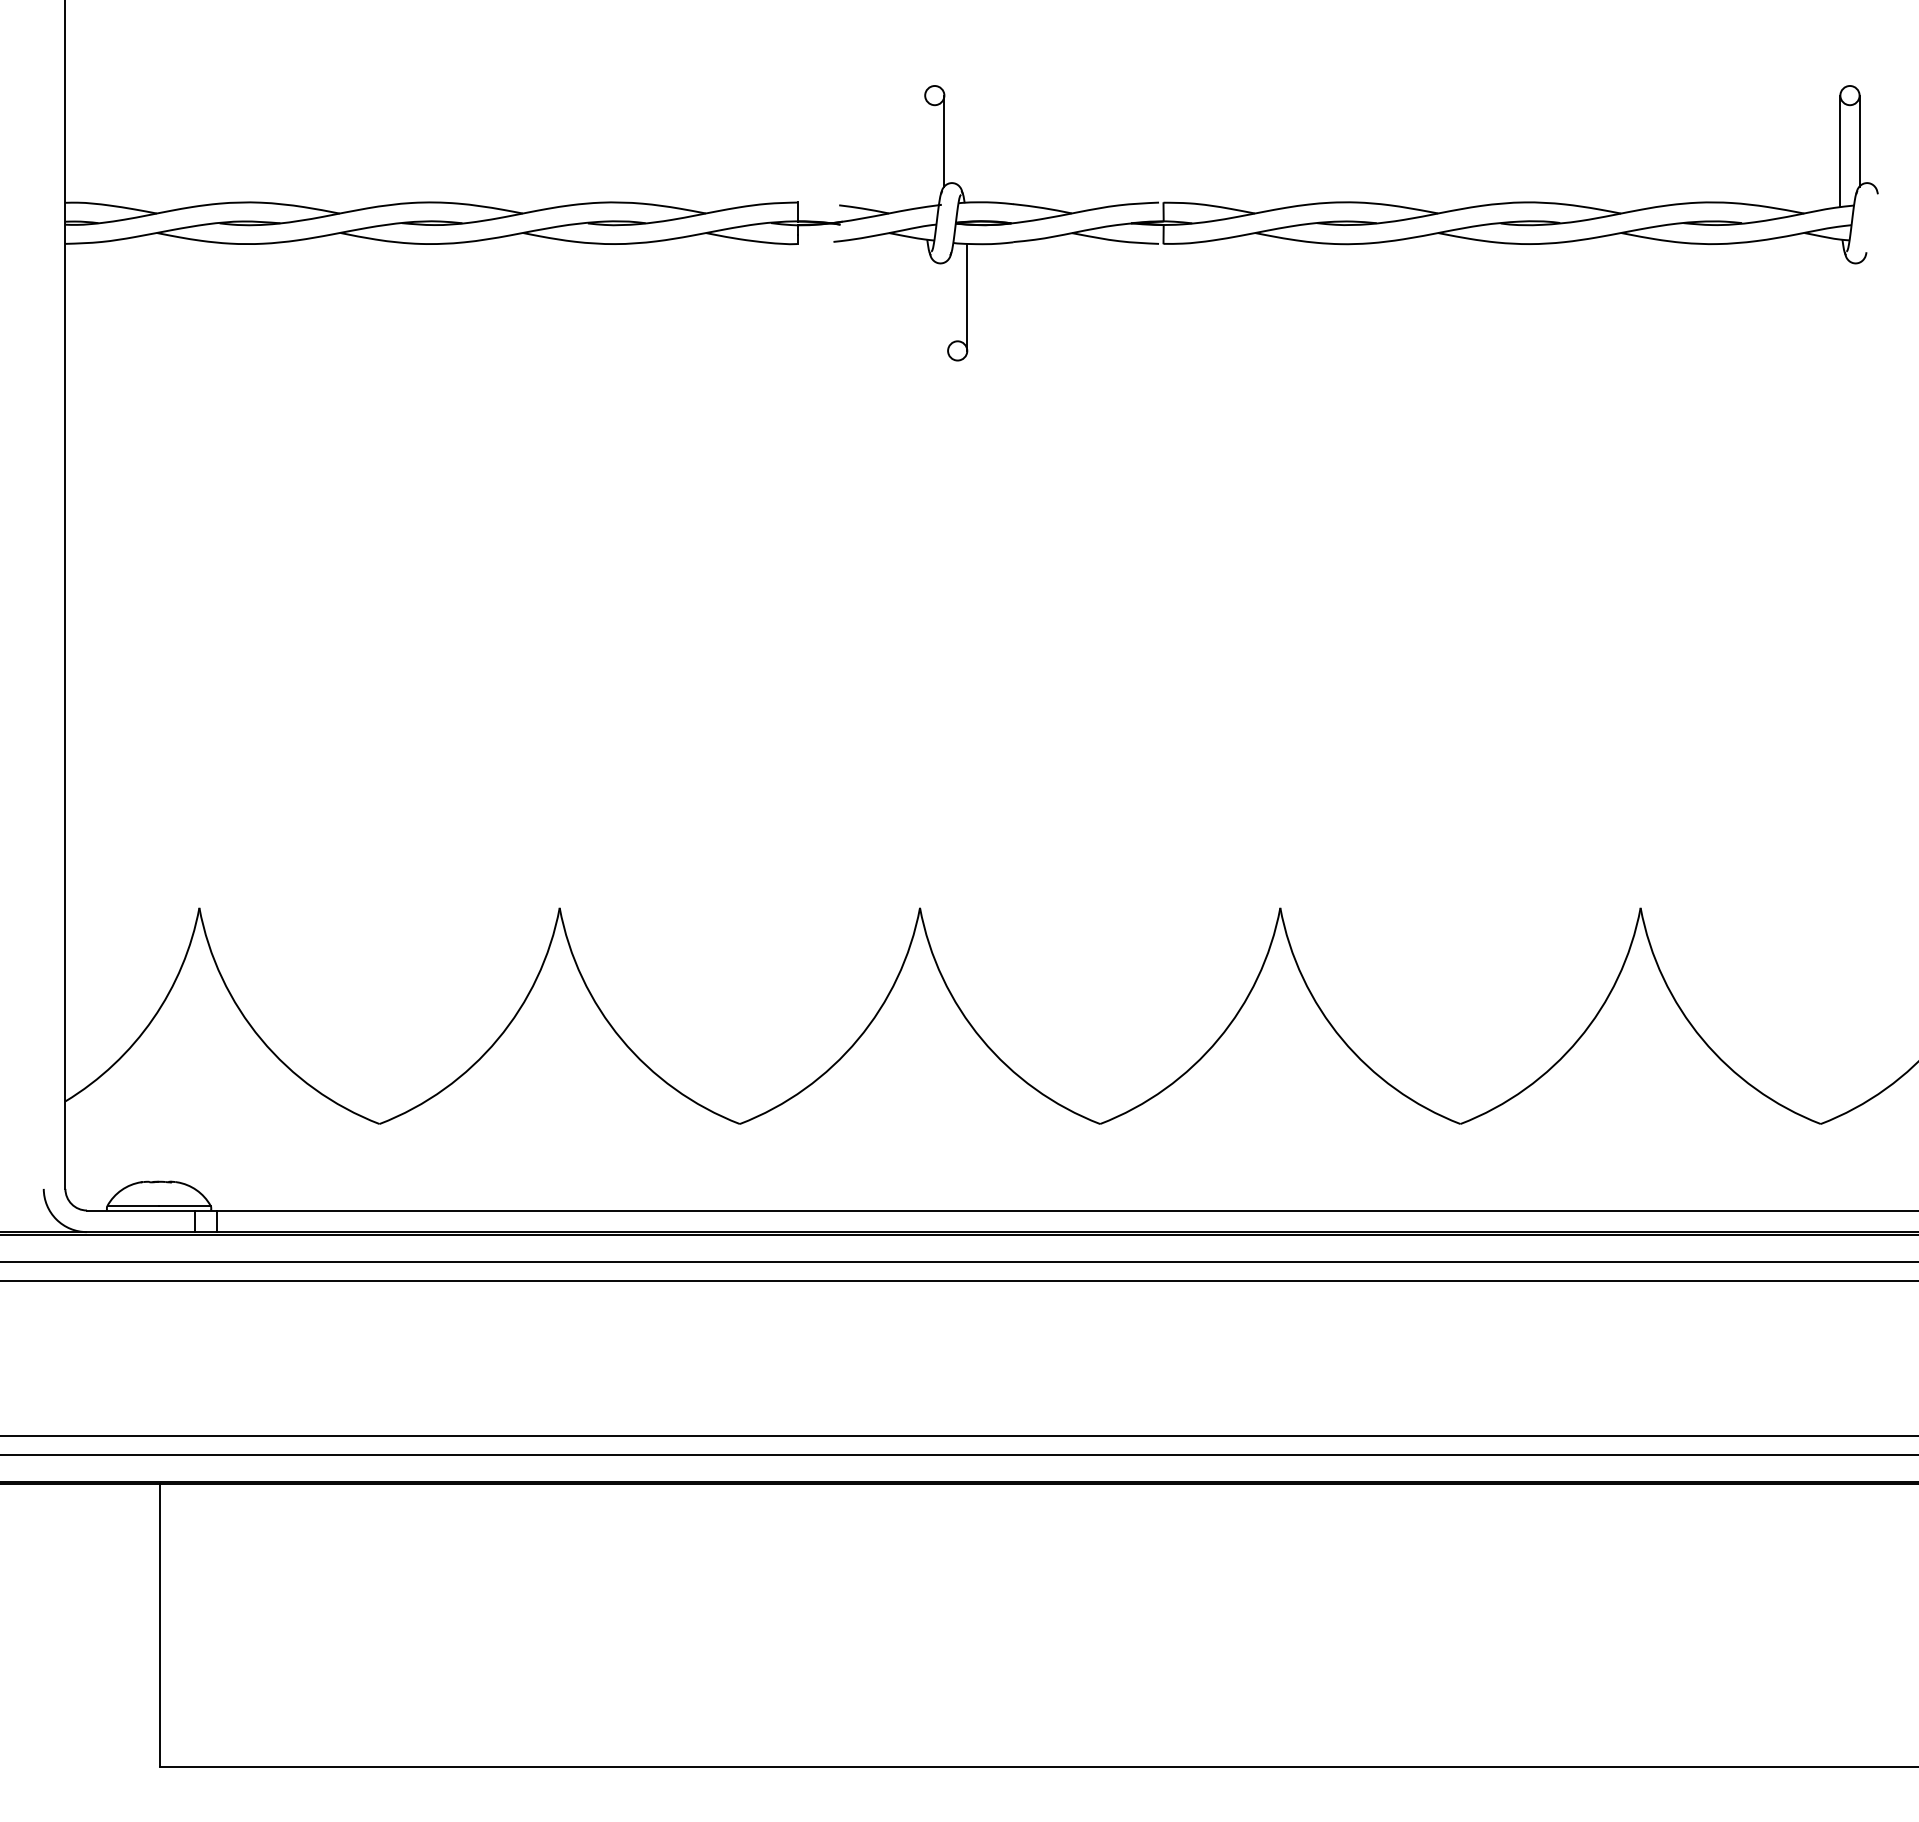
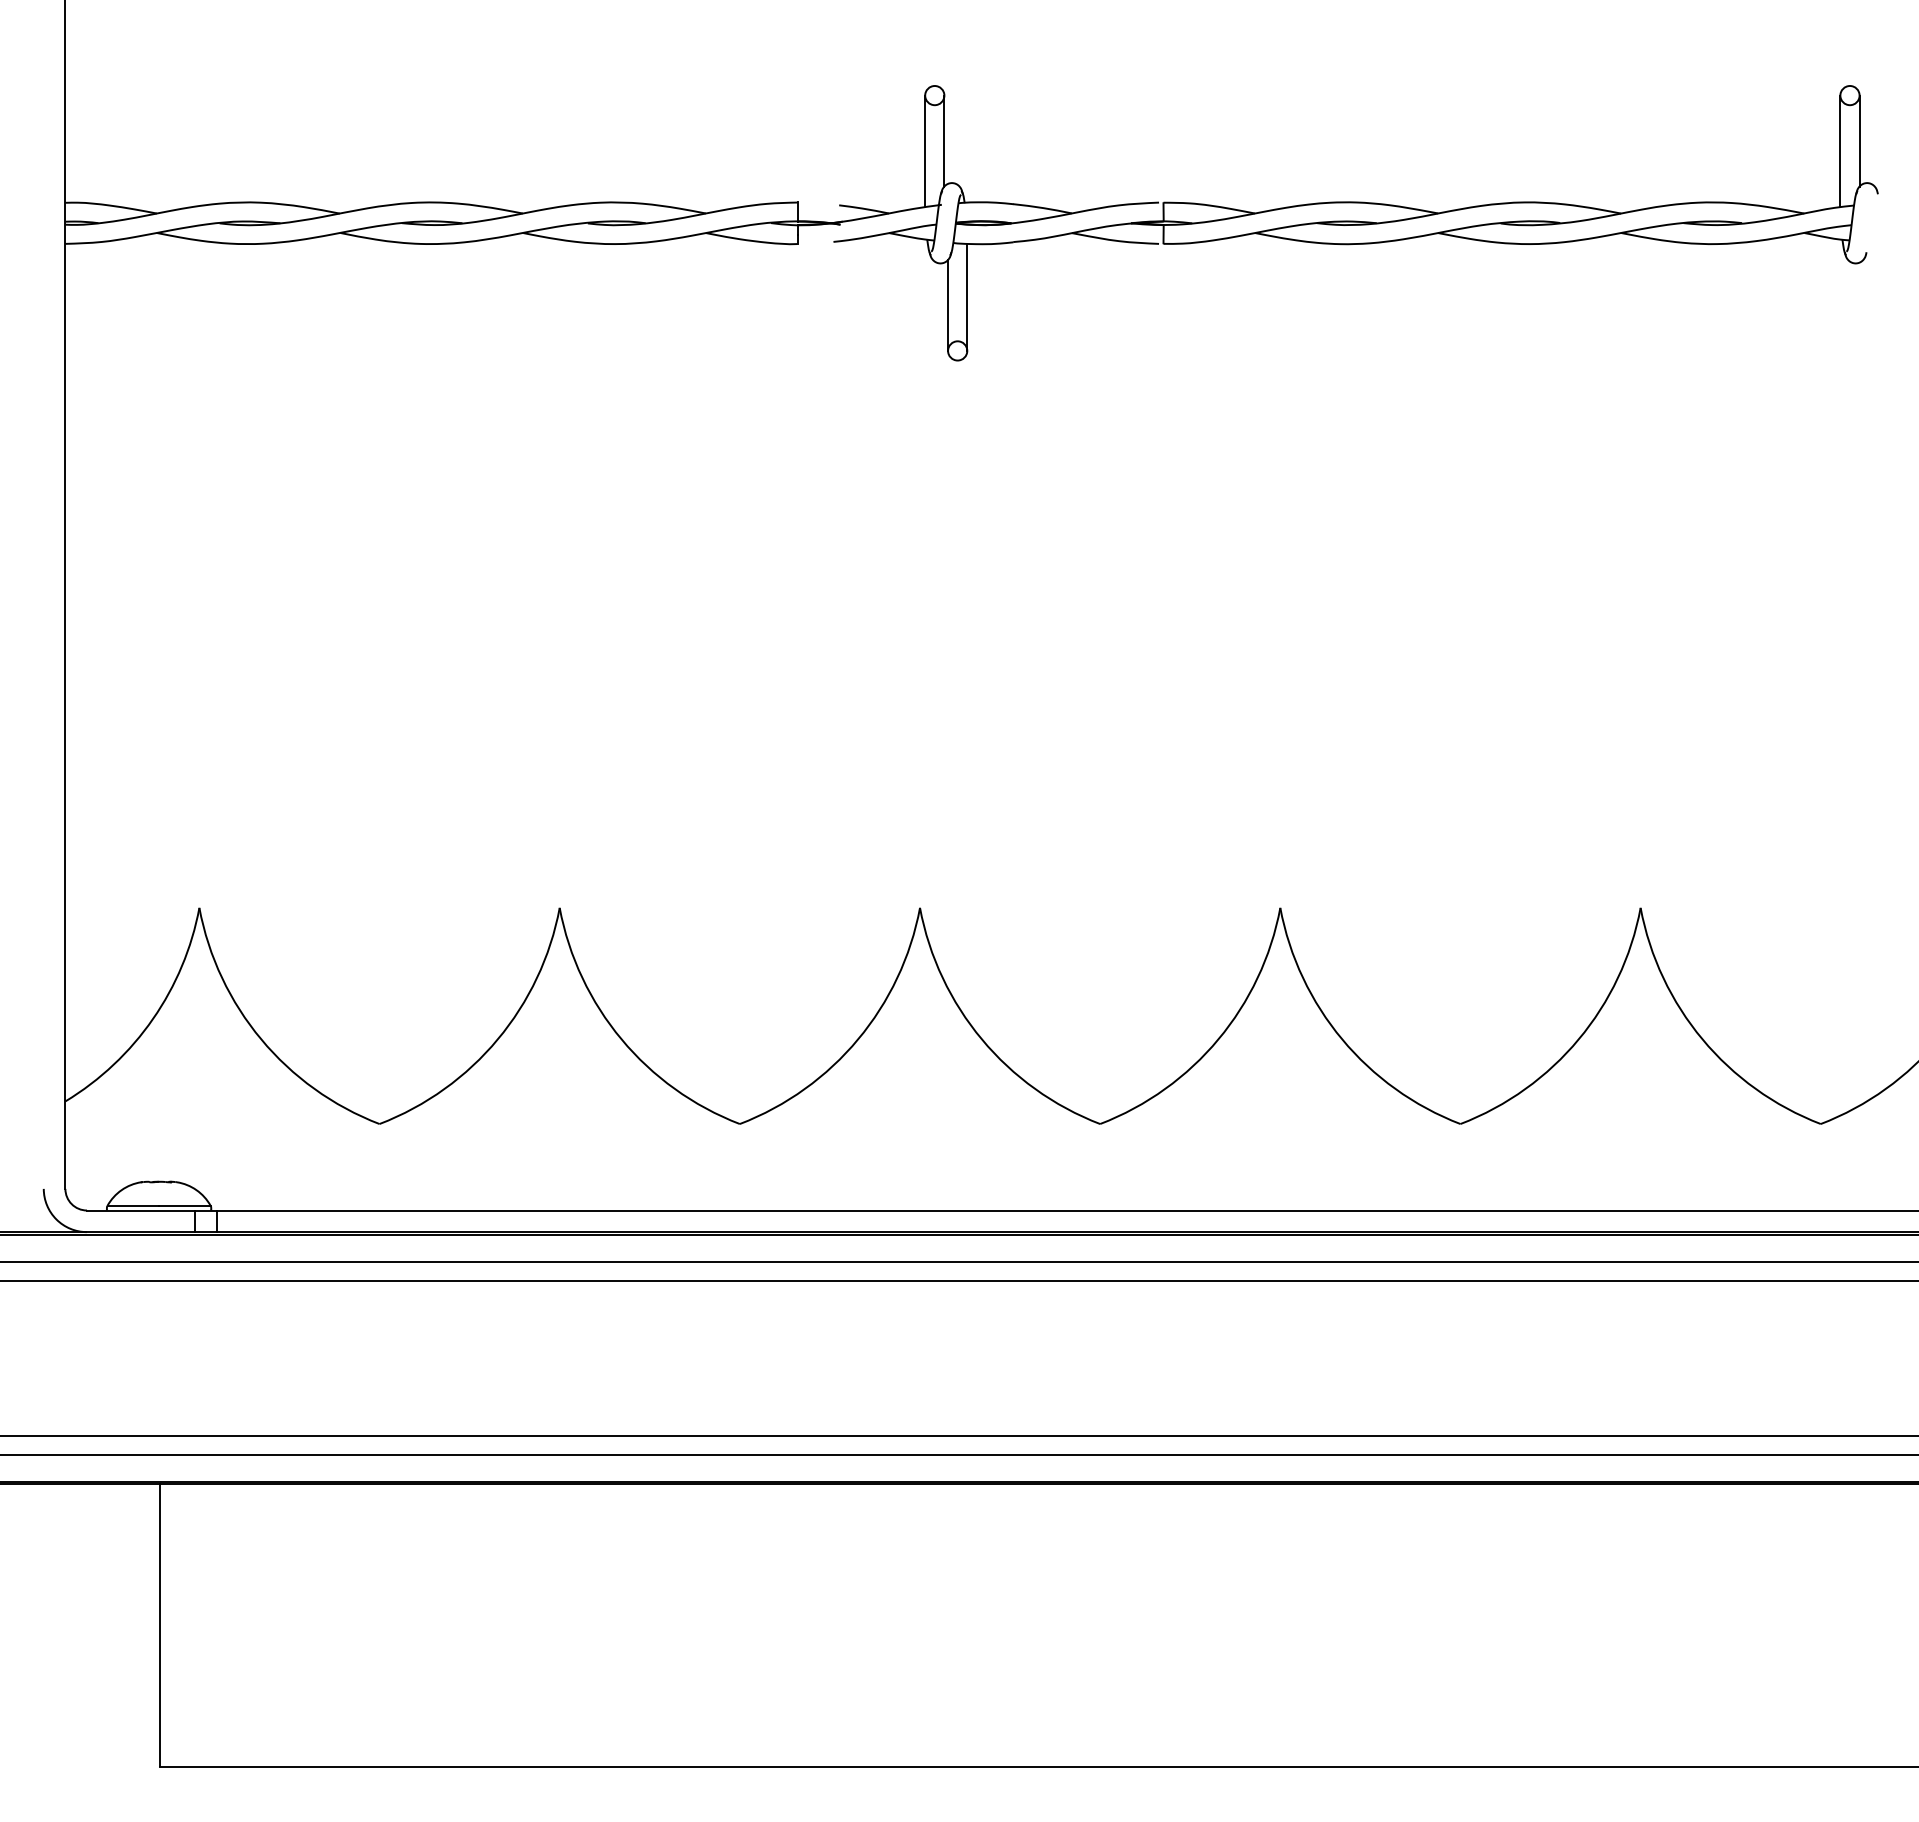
line at (925, 151): none -> present
line at (948, 304): none -> present
